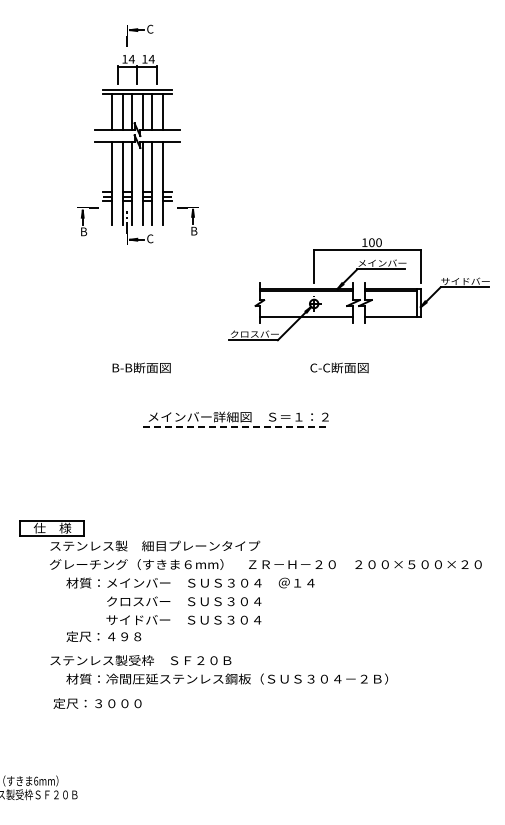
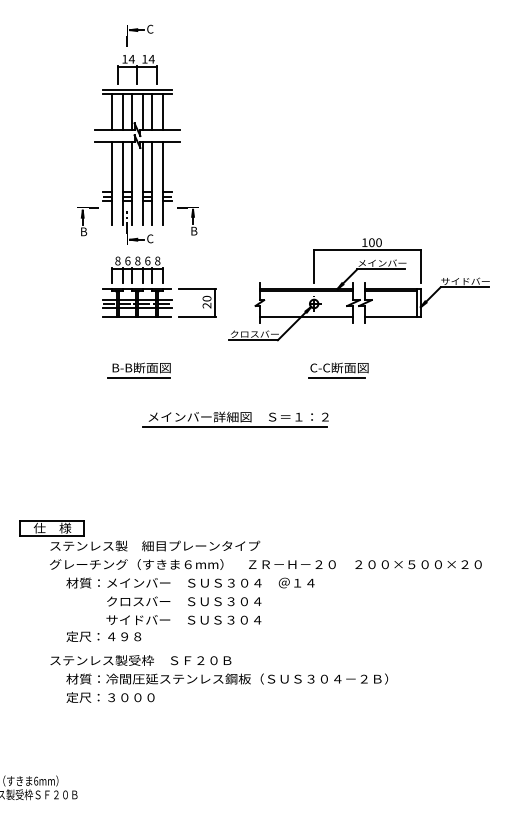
part at (159, 286): none -> present
line at (139, 378): none -> present
line at (337, 378): none -> present
line at (234, 427): dashed -> solid
text at (97, 703) position: (97, 703) -> (110, 697)
